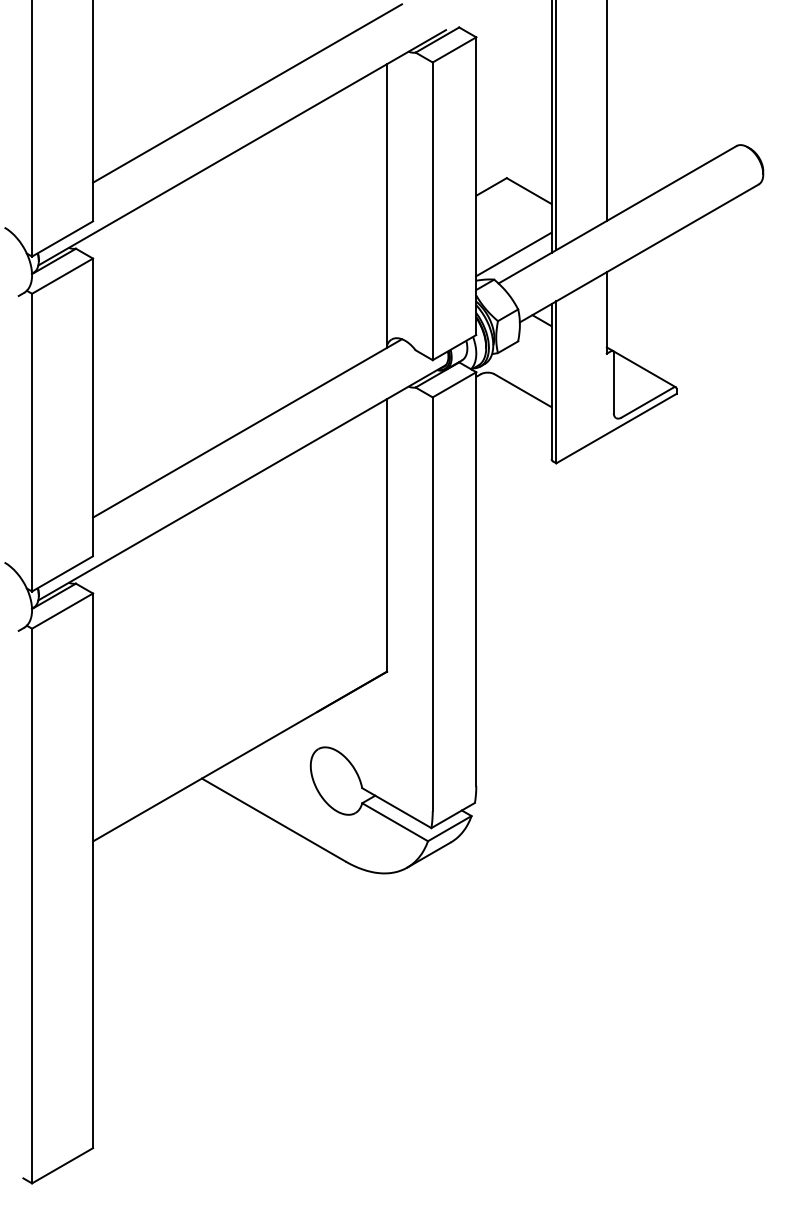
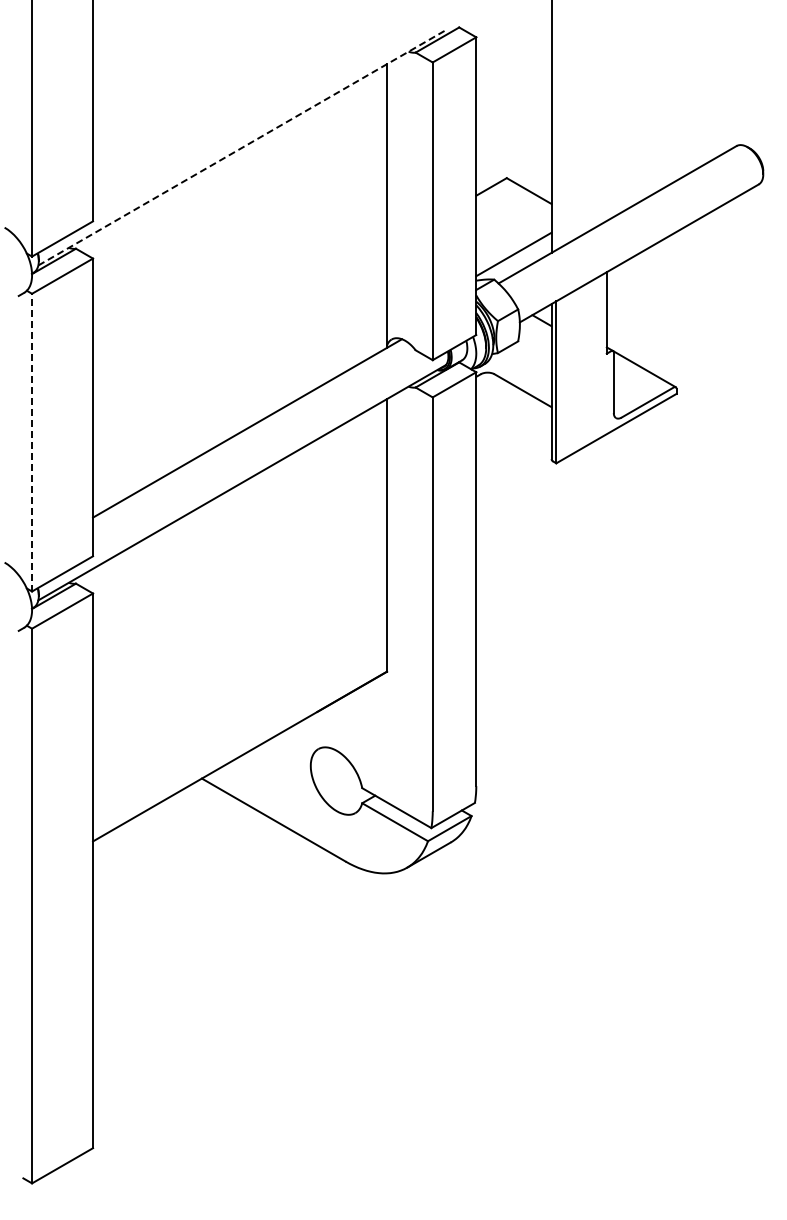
line at (247, 93): present -> none
line at (606, 111): present -> none
line at (556, 126): present -> none
line at (242, 147): solid -> dashed
line at (32, 442): solid -> dashed
